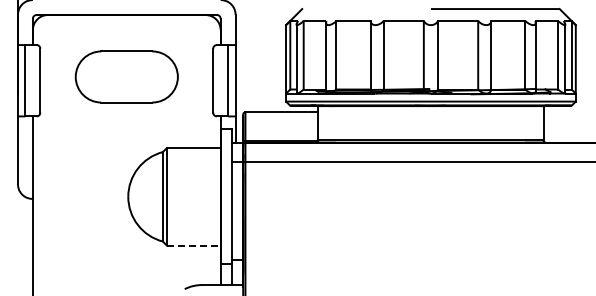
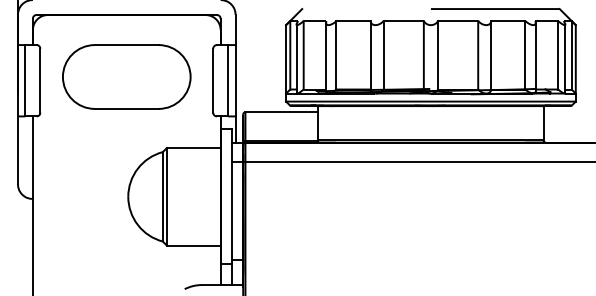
part at (126, 76) size: 105x54 px -> 130x66 px
line at (193, 245): dashed -> solid
